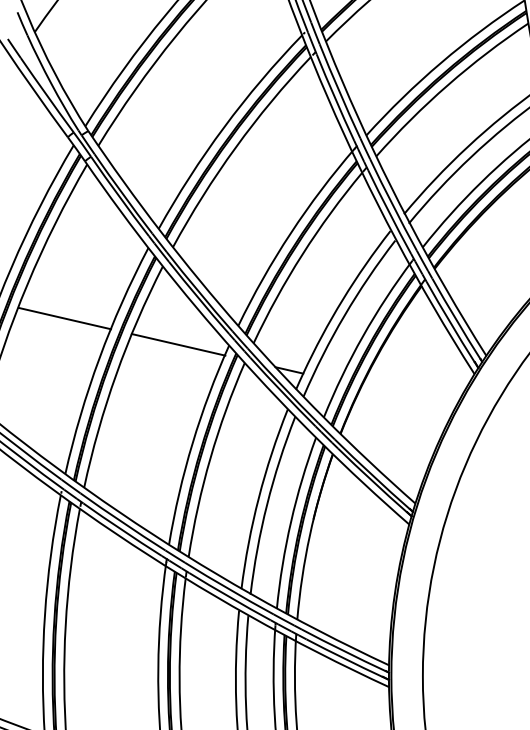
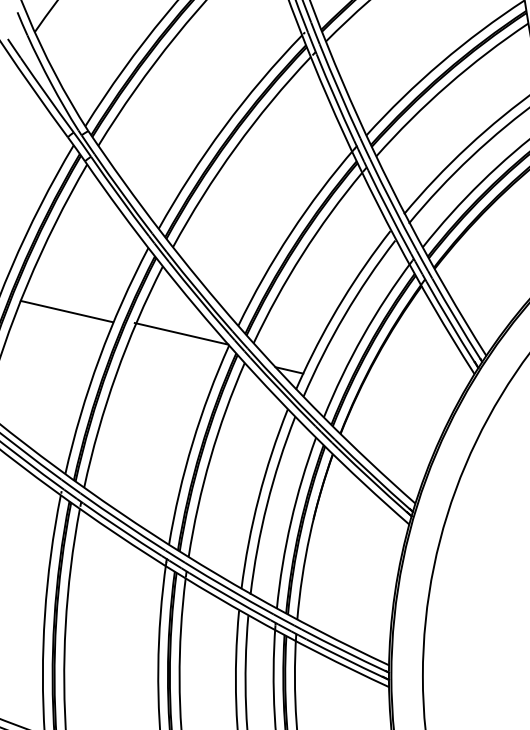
line at (64, 318) position: (64, 318) -> (66, 311)
line at (178, 344) position: (178, 344) -> (181, 333)
